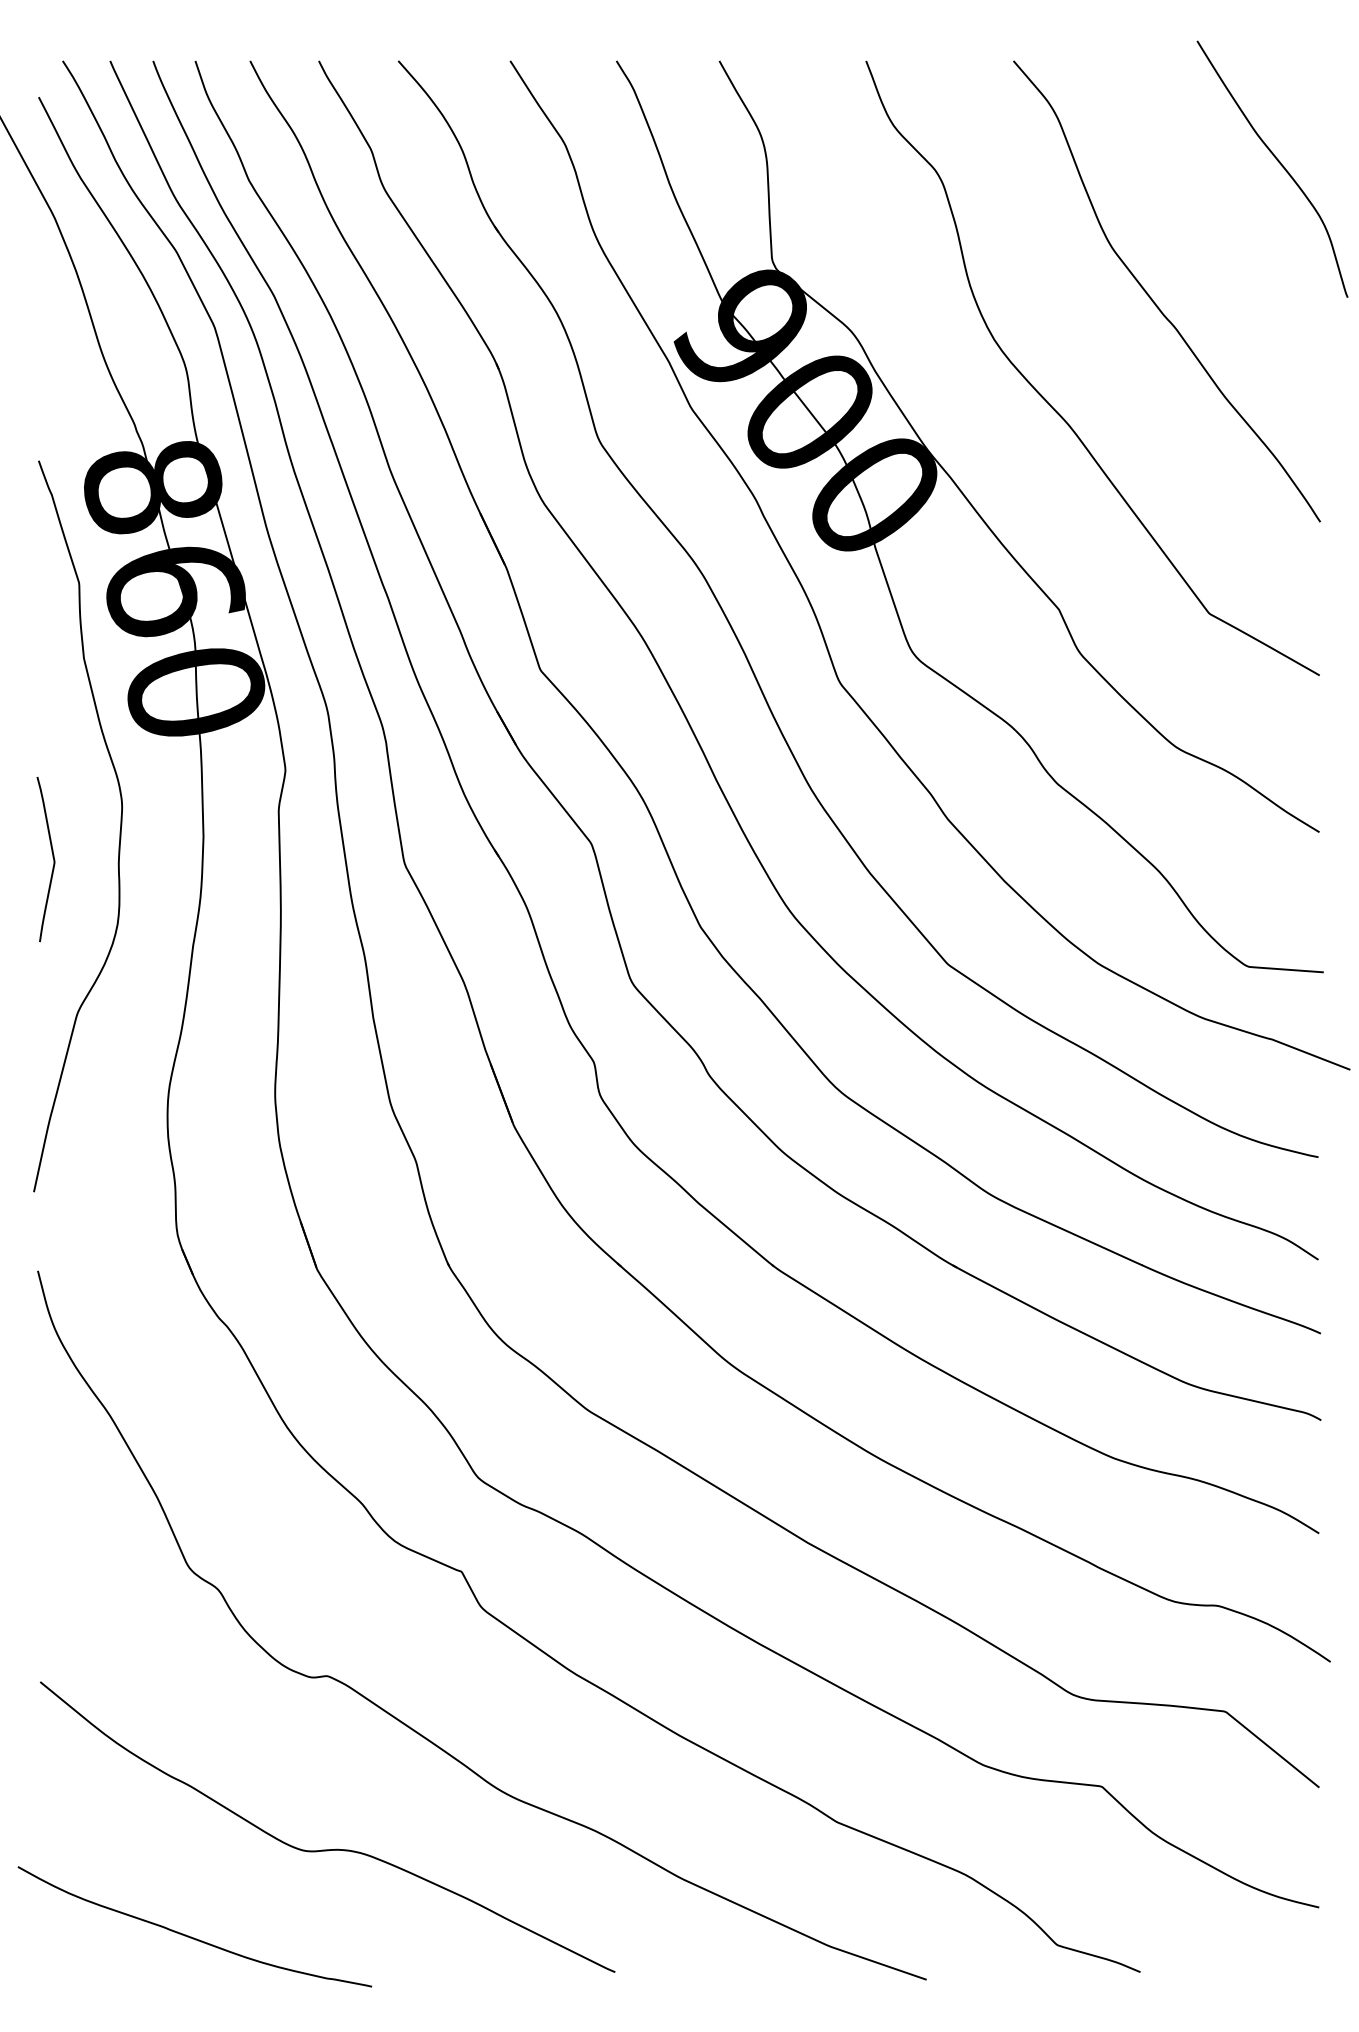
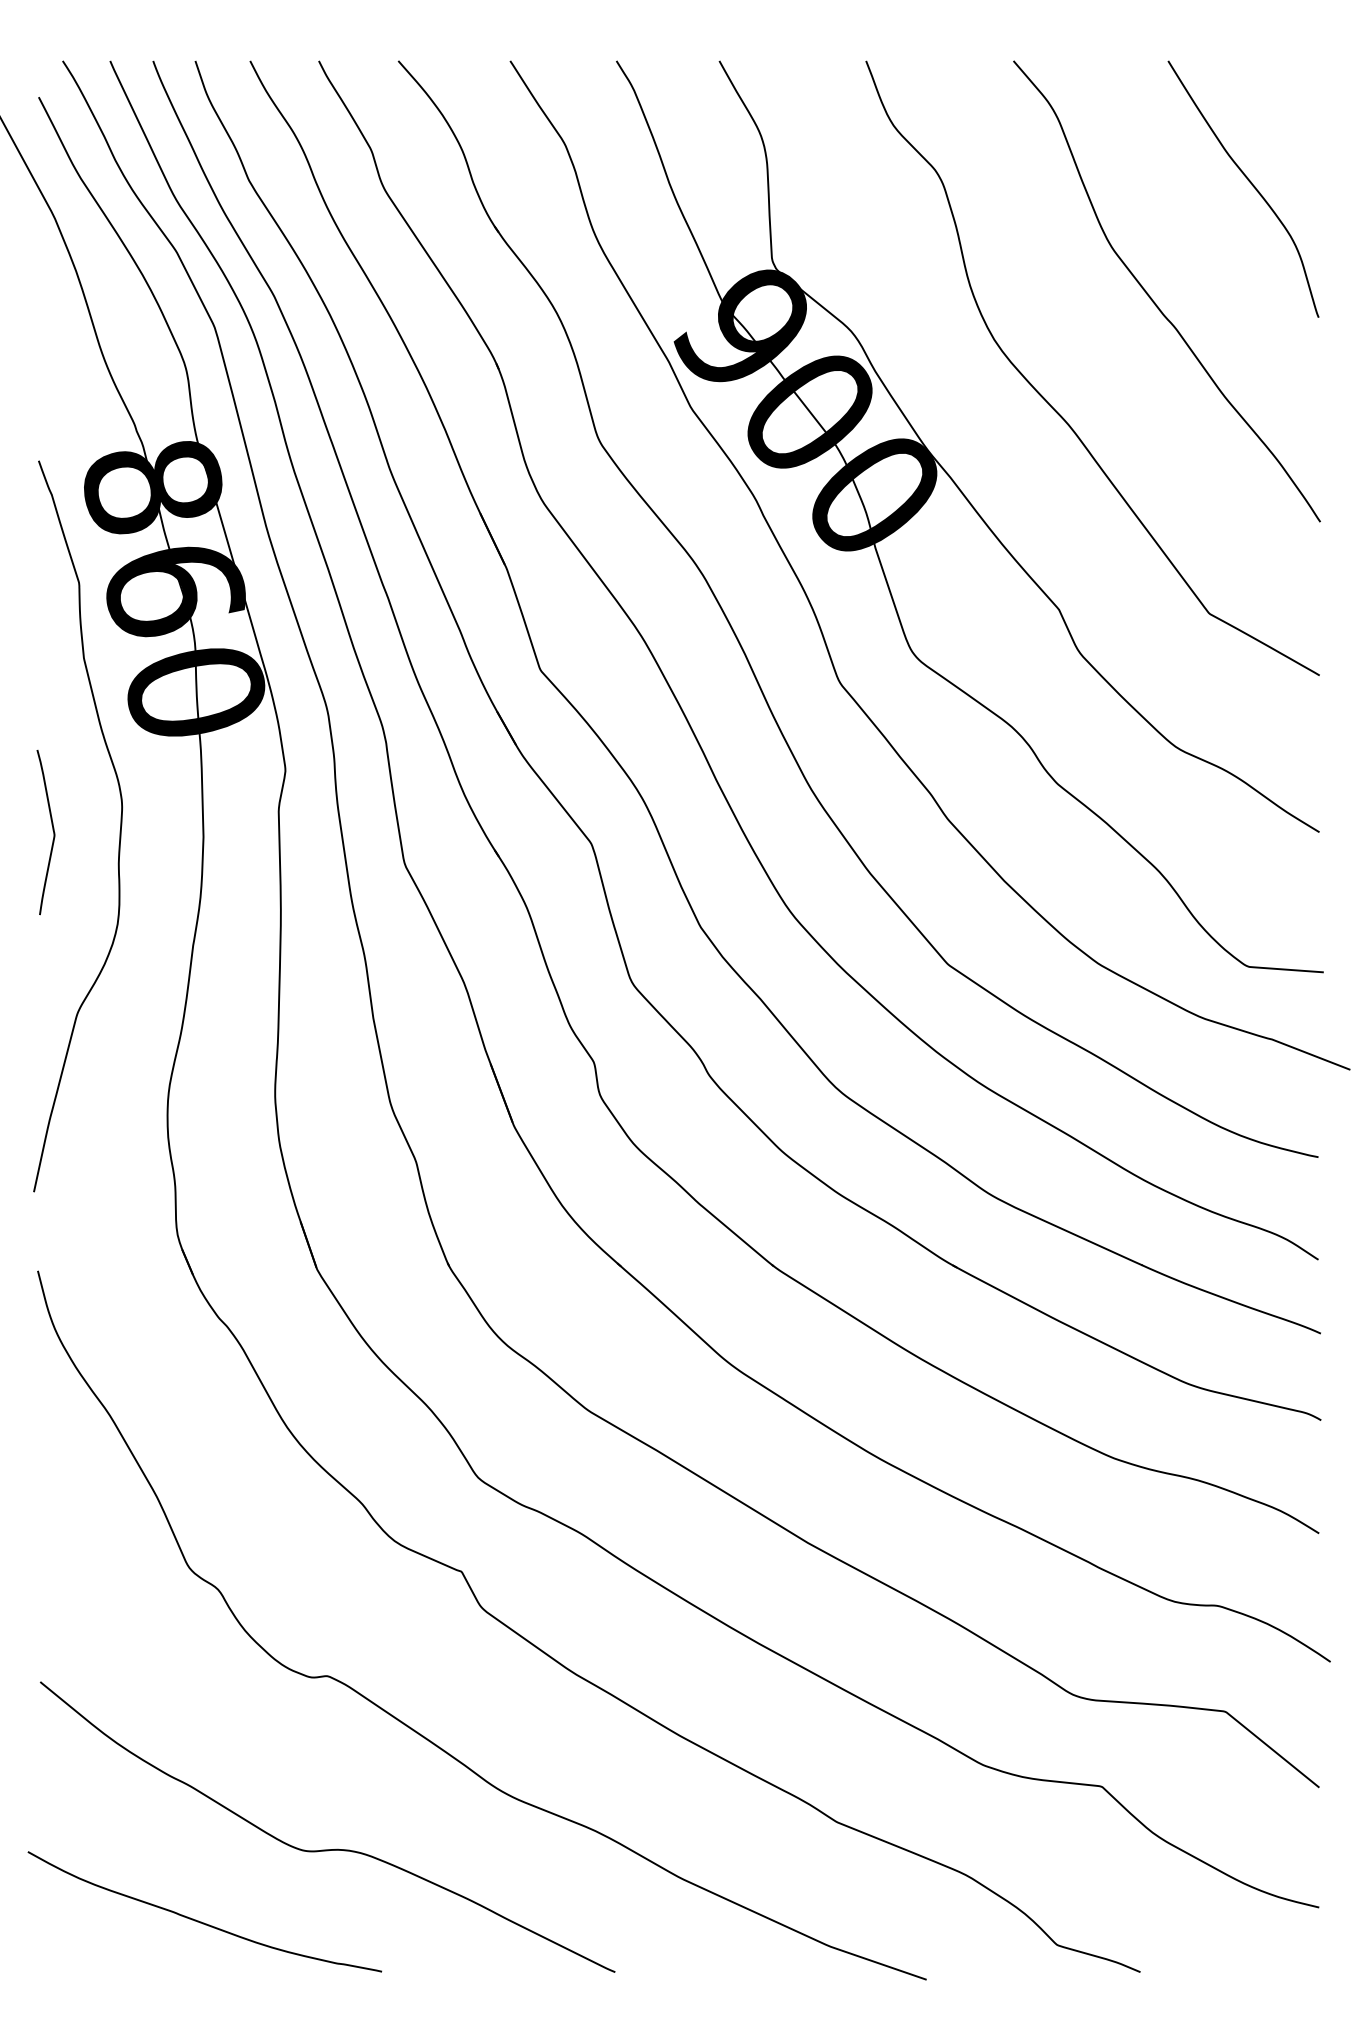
curve at (1278, 162) position: (1278, 162) -> (1249, 182)
curve at (52, 857) position: (52, 857) -> (52, 830)
curve at (191, 1936) position: (191, 1936) -> (201, 1921)
